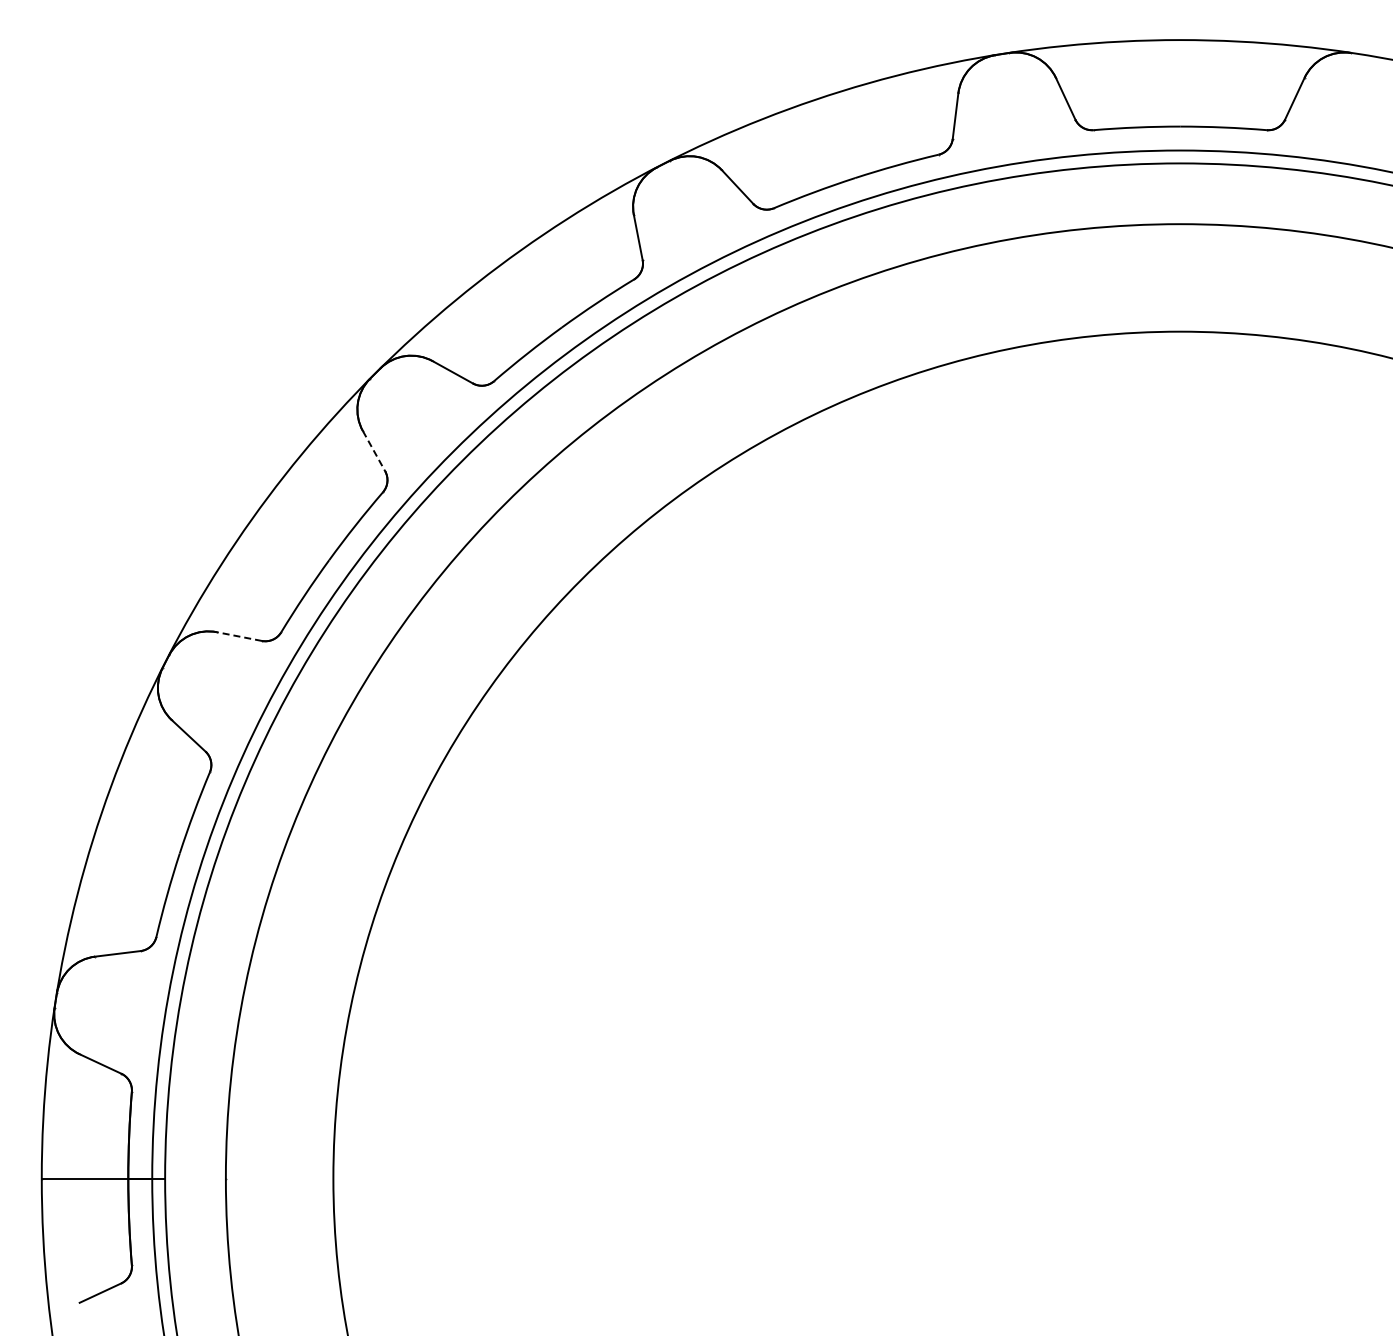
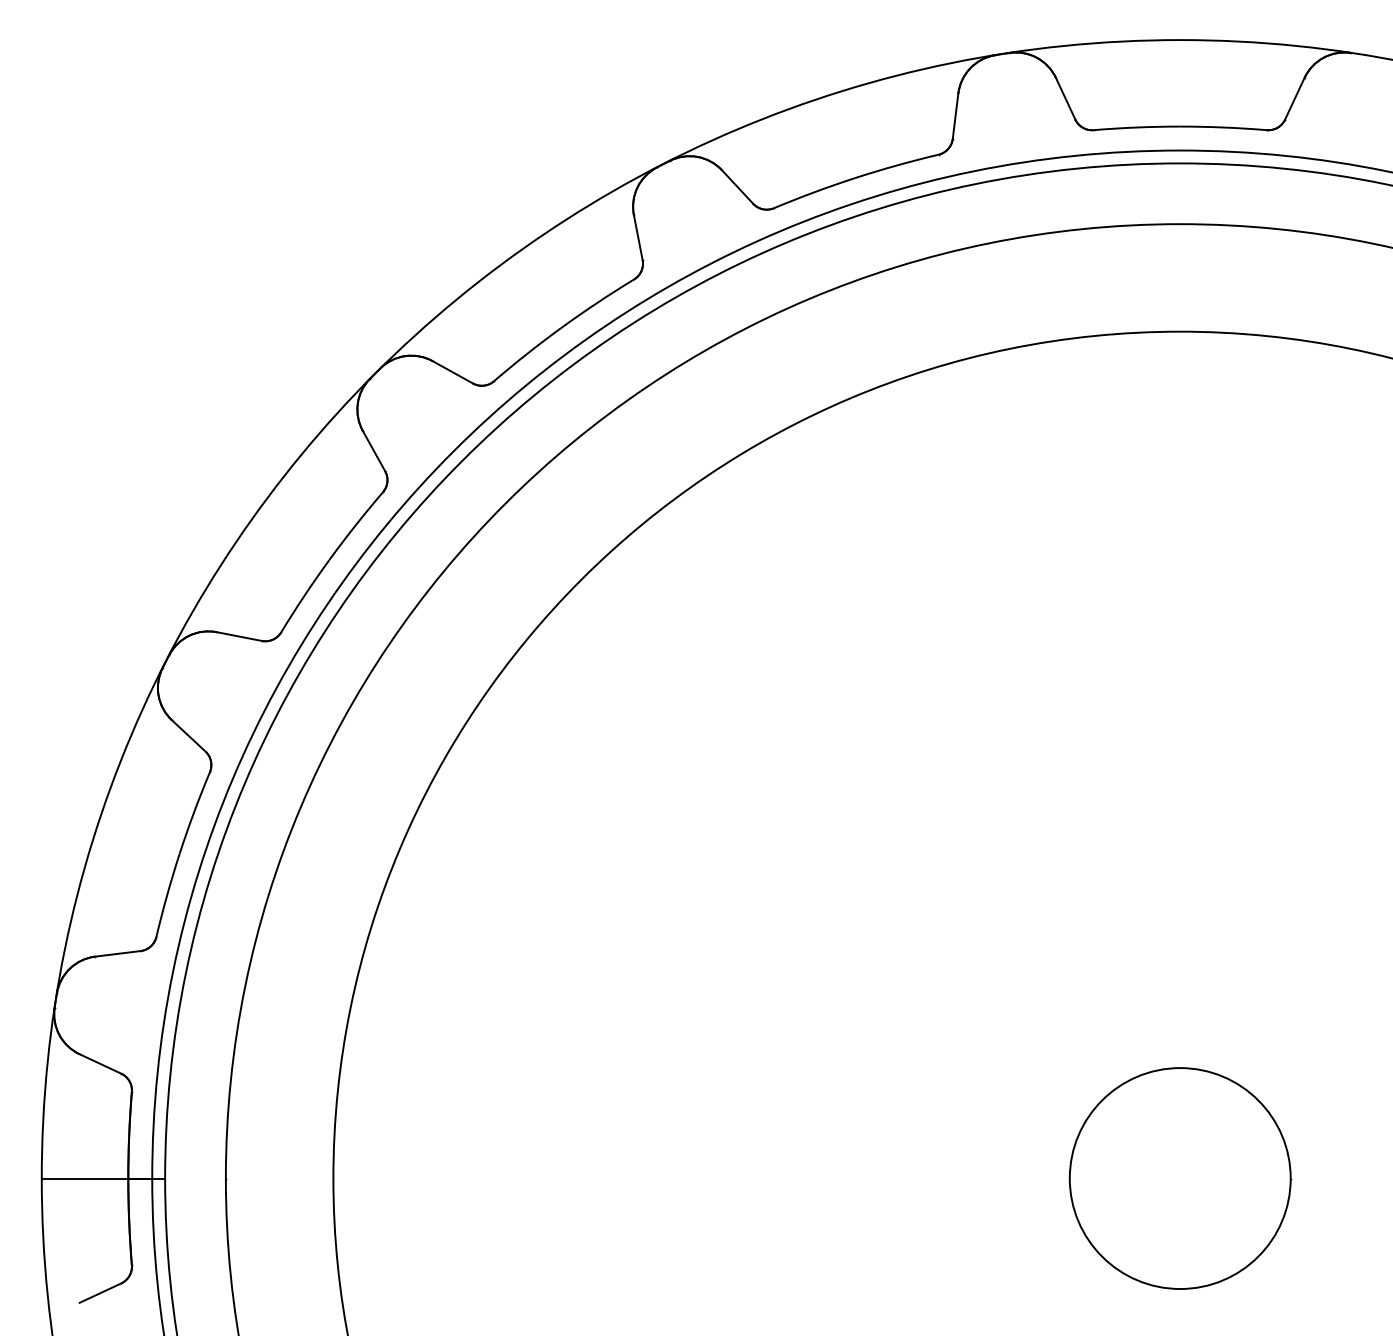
line at (374, 451): dashed -> solid
line at (239, 636): dashed -> solid
part at (1180, 1178): none -> present
